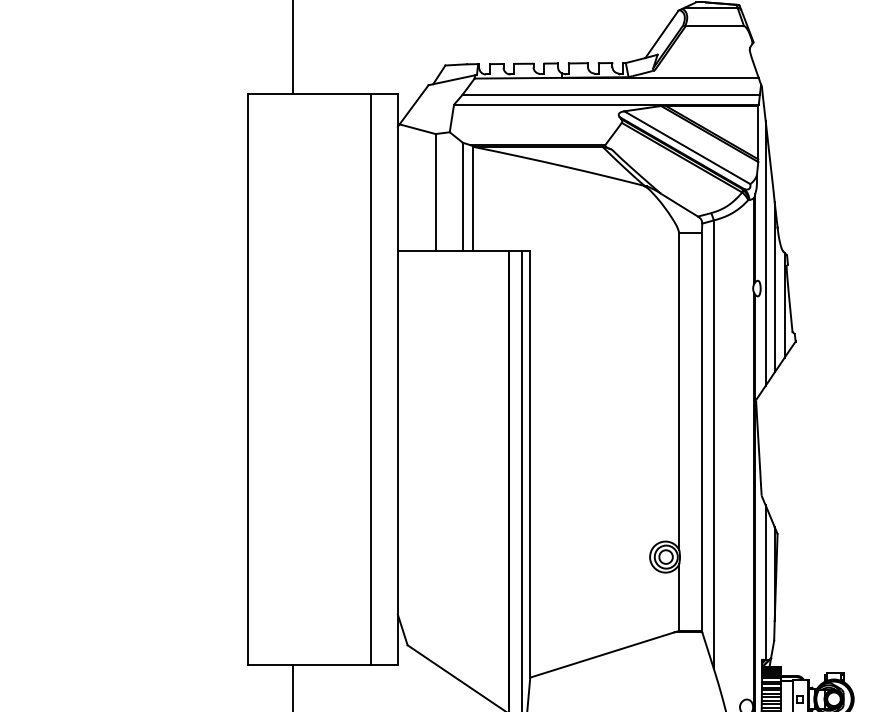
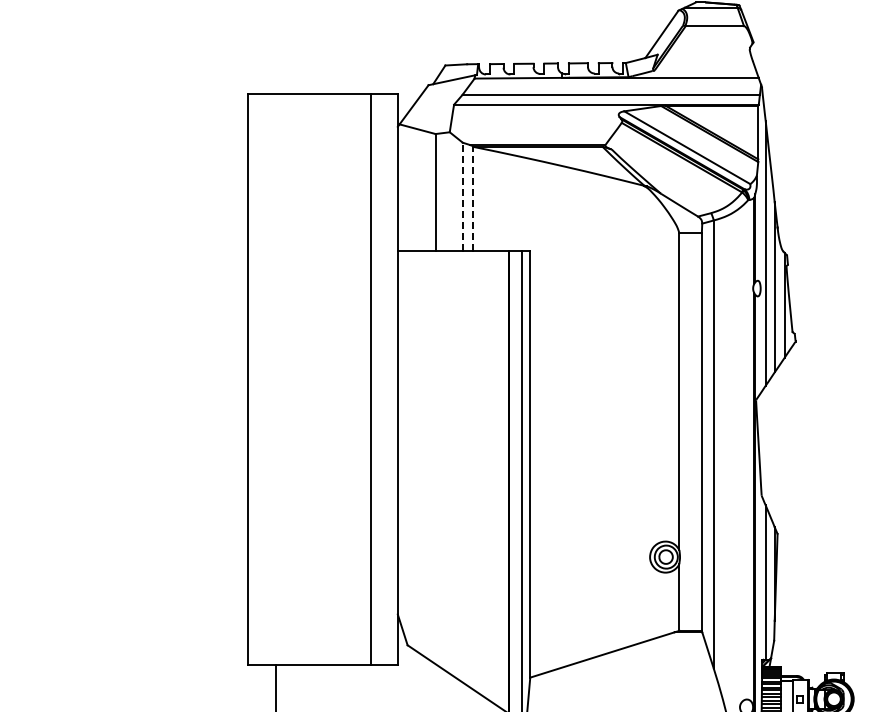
line at (292, 48): present -> none
line at (462, 196): solid -> dashed
line at (473, 198): solid -> dashed
line at (292, 686) position: (292, 686) -> (275, 686)
